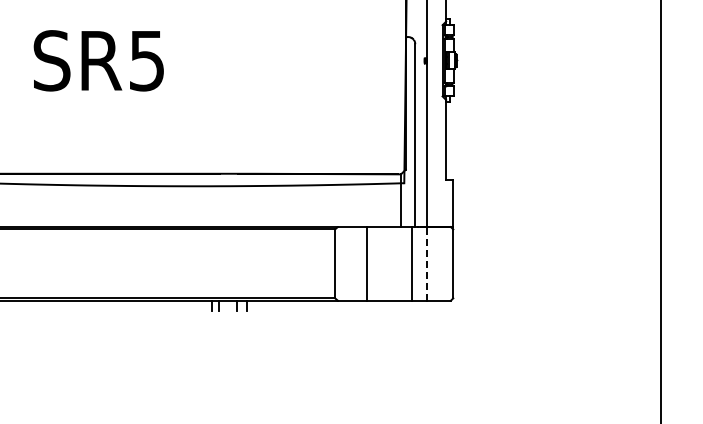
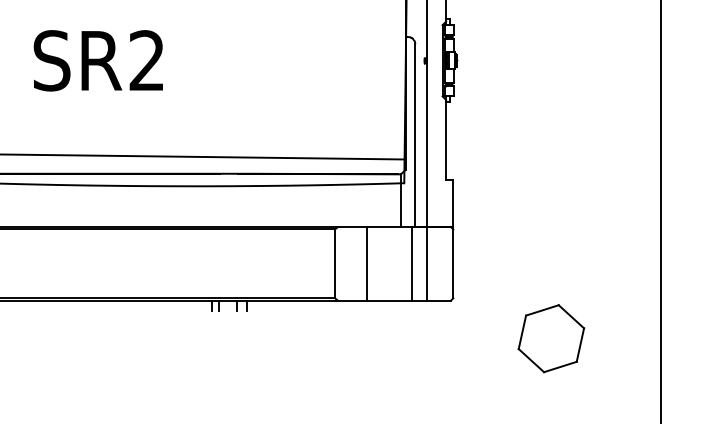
text at (146, 60): SR5 -> SR2
line at (203, 156): none -> present
line at (427, 263): dashed -> solid
part at (551, 338): none -> present
